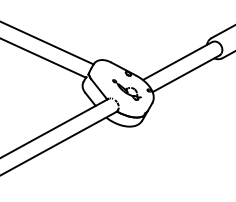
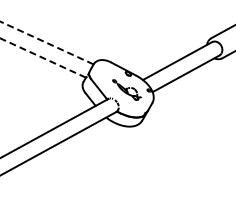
line at (46, 42): solid -> dashed
line at (43, 58): solid -> dashed
